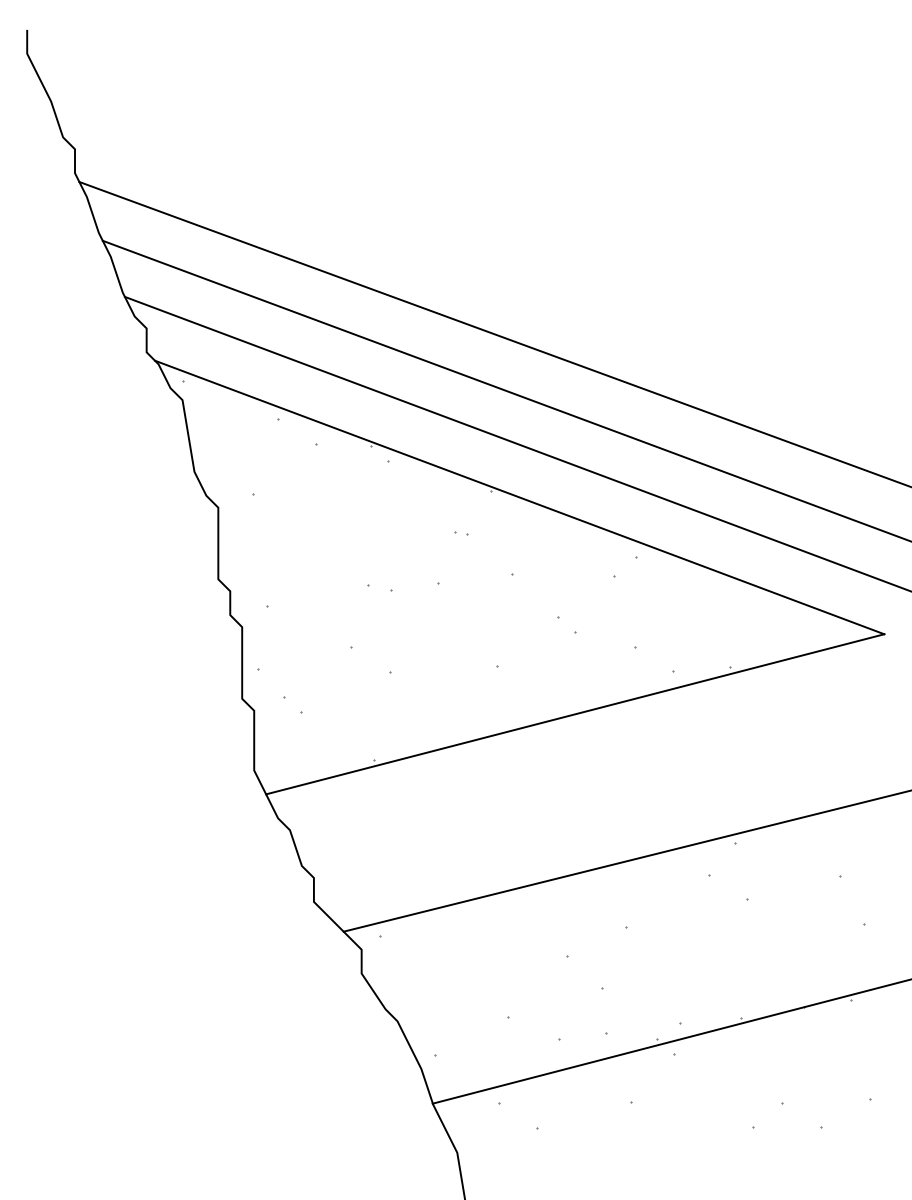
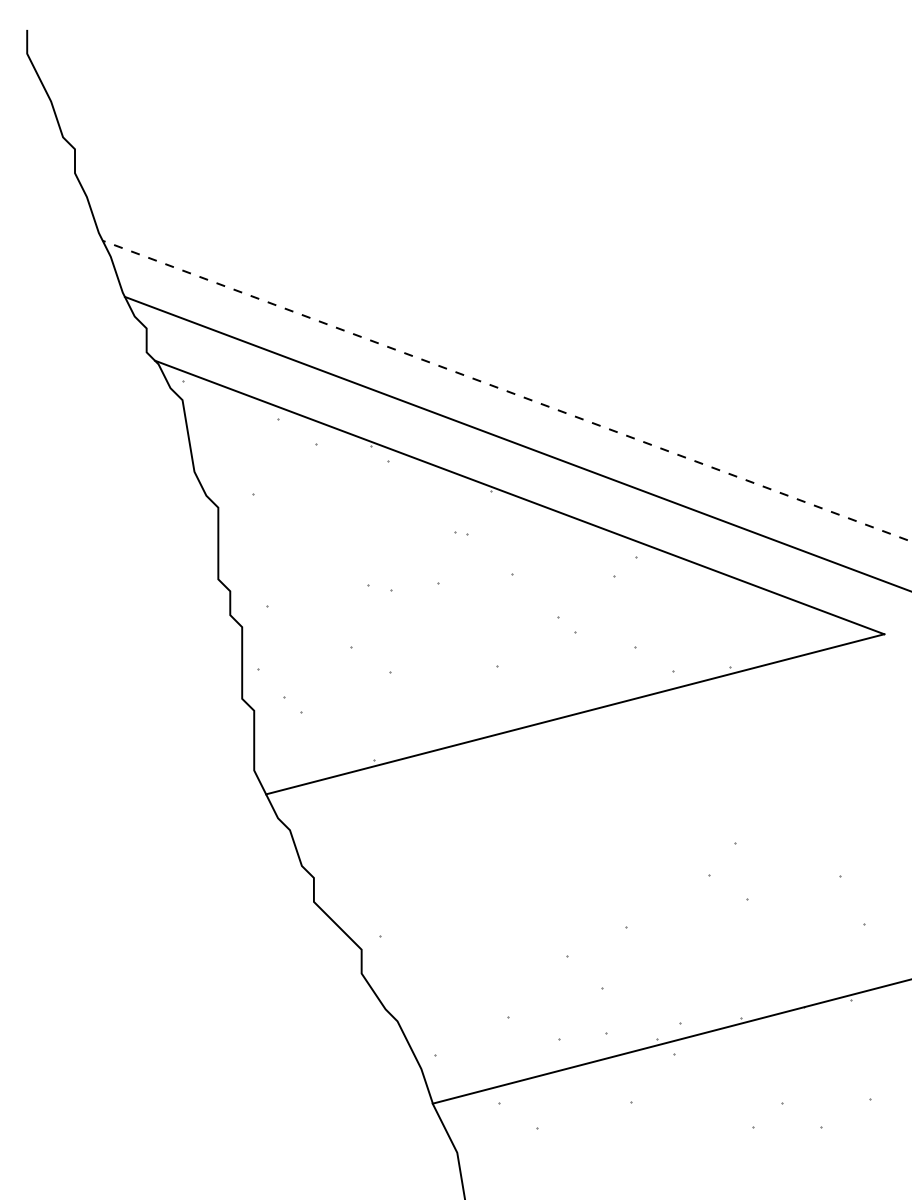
line at (493, 333): present -> none
line at (506, 391): solid -> dashed
line at (625, 861): present -> none
